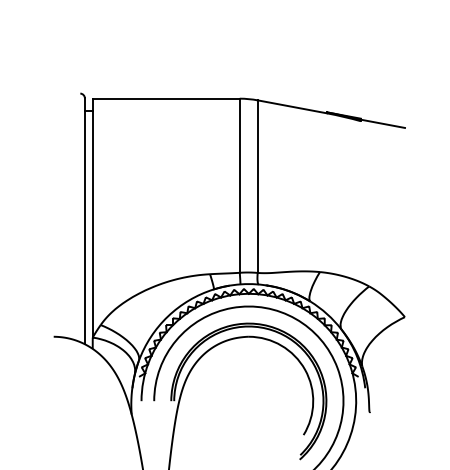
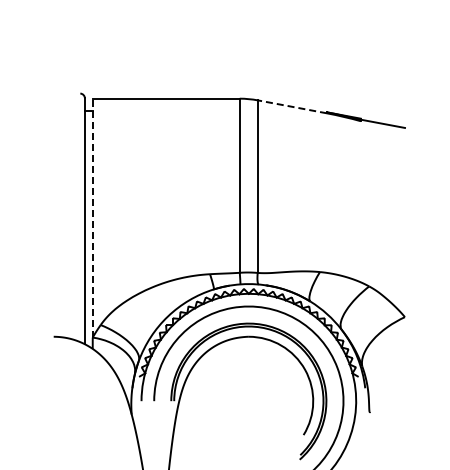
line at (291, 106): solid -> dashed
line at (92, 217): solid -> dashed
